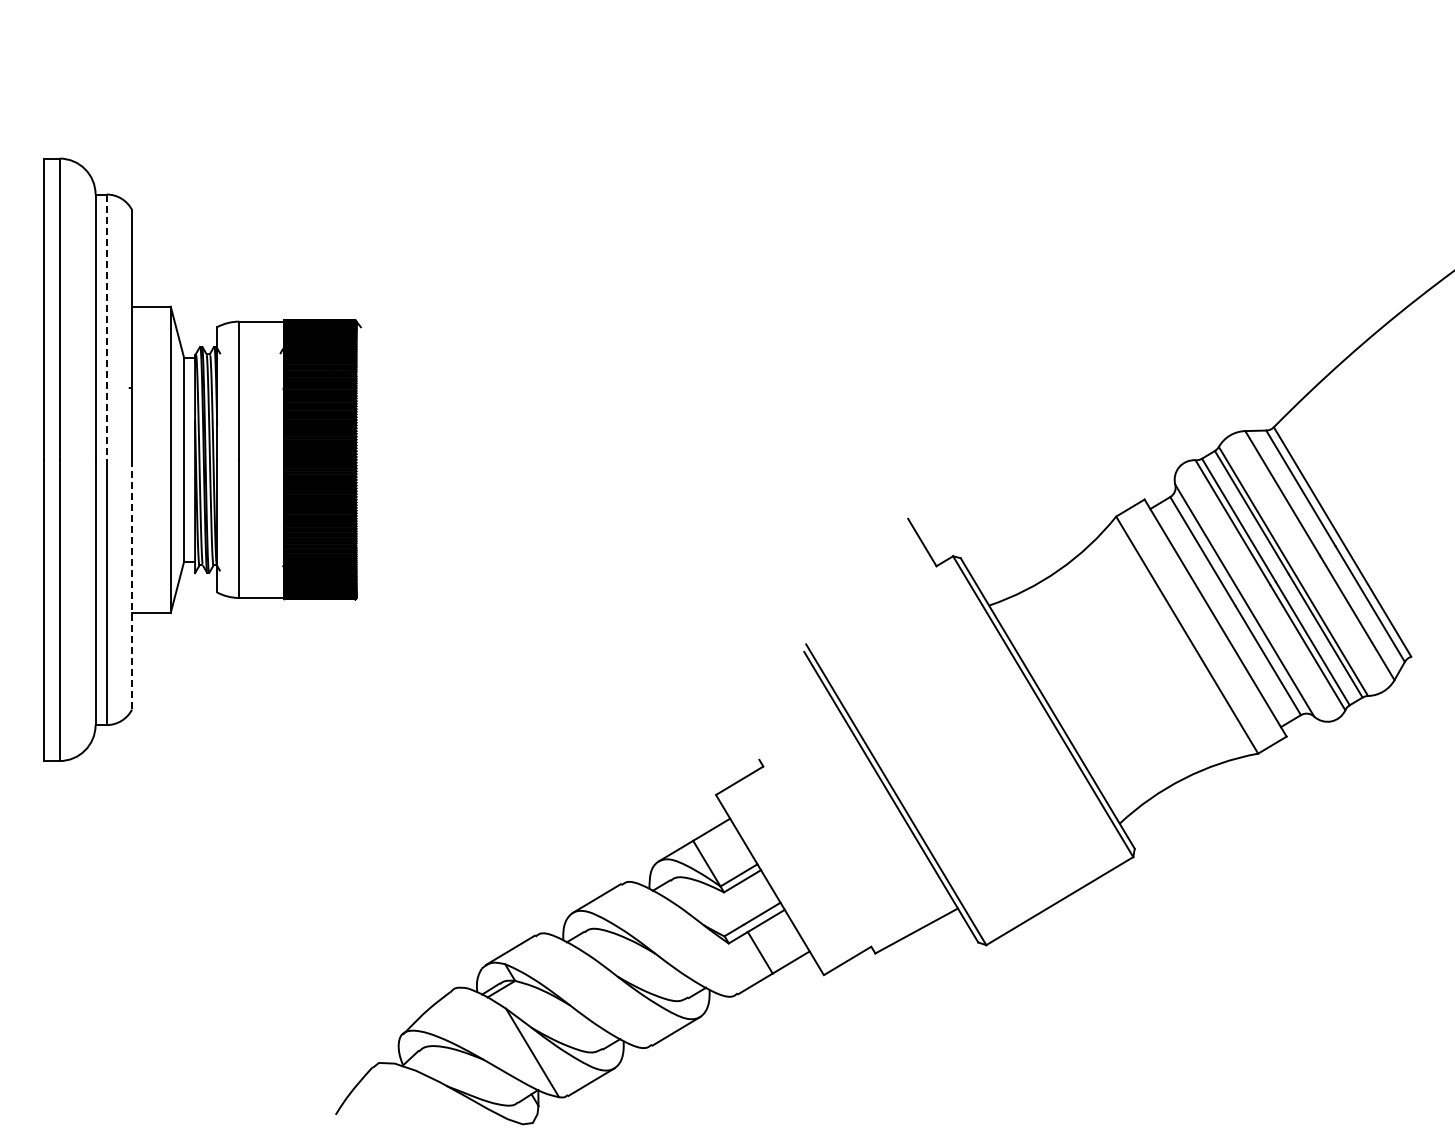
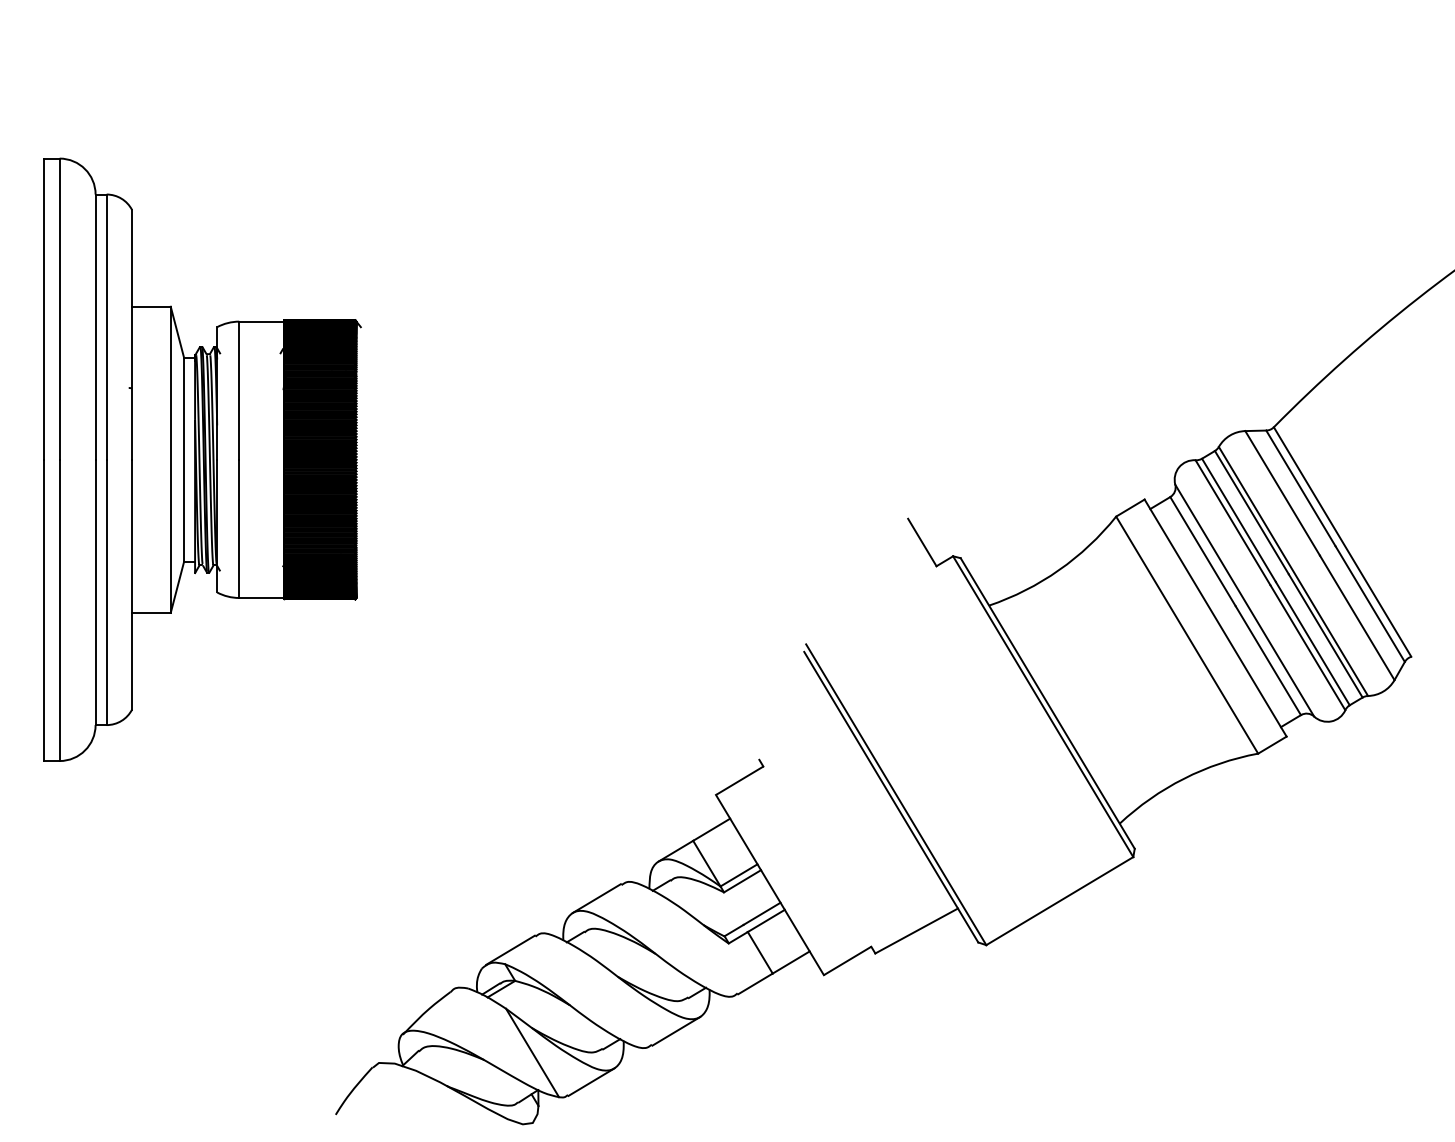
line at (106, 327): dashed -> solid
line at (132, 584): dashed -> solid
